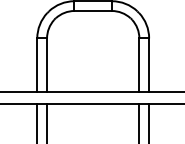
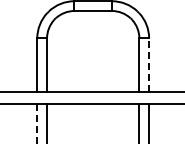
line at (149, 65): solid -> dashed
line at (37, 123): solid -> dashed
